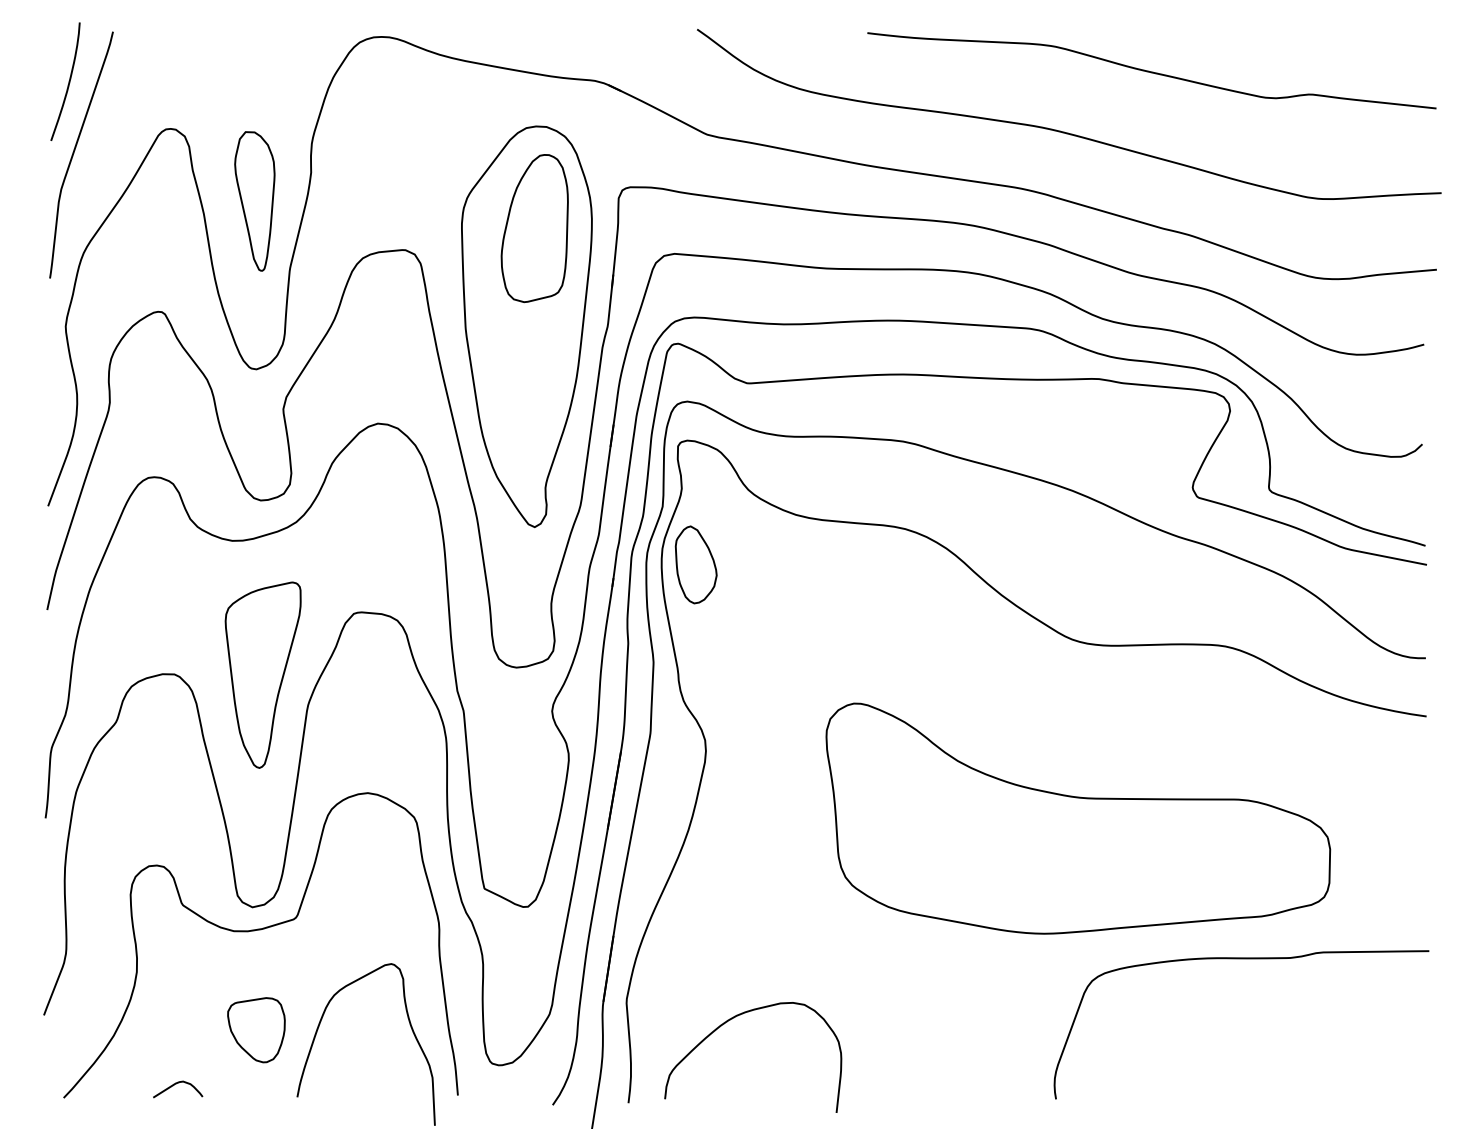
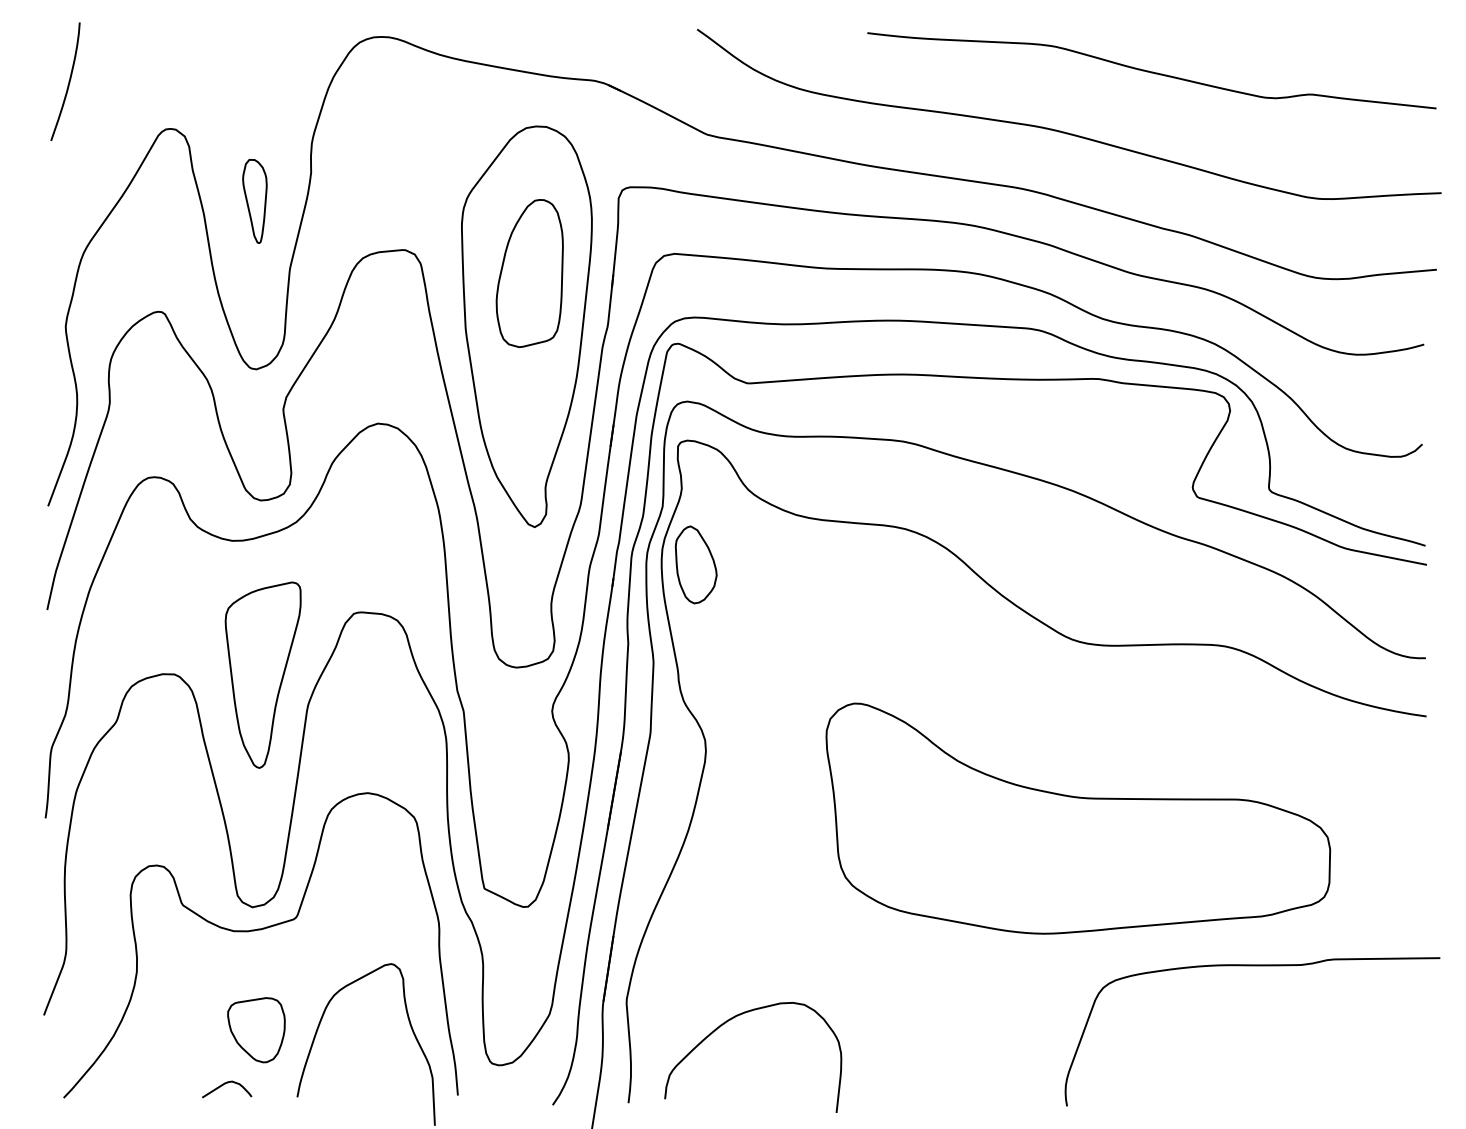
curve at (74, 153): present -> none
part at (254, 201) size: 42x141 px -> 26x85 px
part at (534, 228) position: (534, 228) -> (529, 273)
curve at (1241, 959) position: (1241, 959) -> (1252, 966)
curve at (176, 1084) position: (176, 1084) -> (225, 1084)
